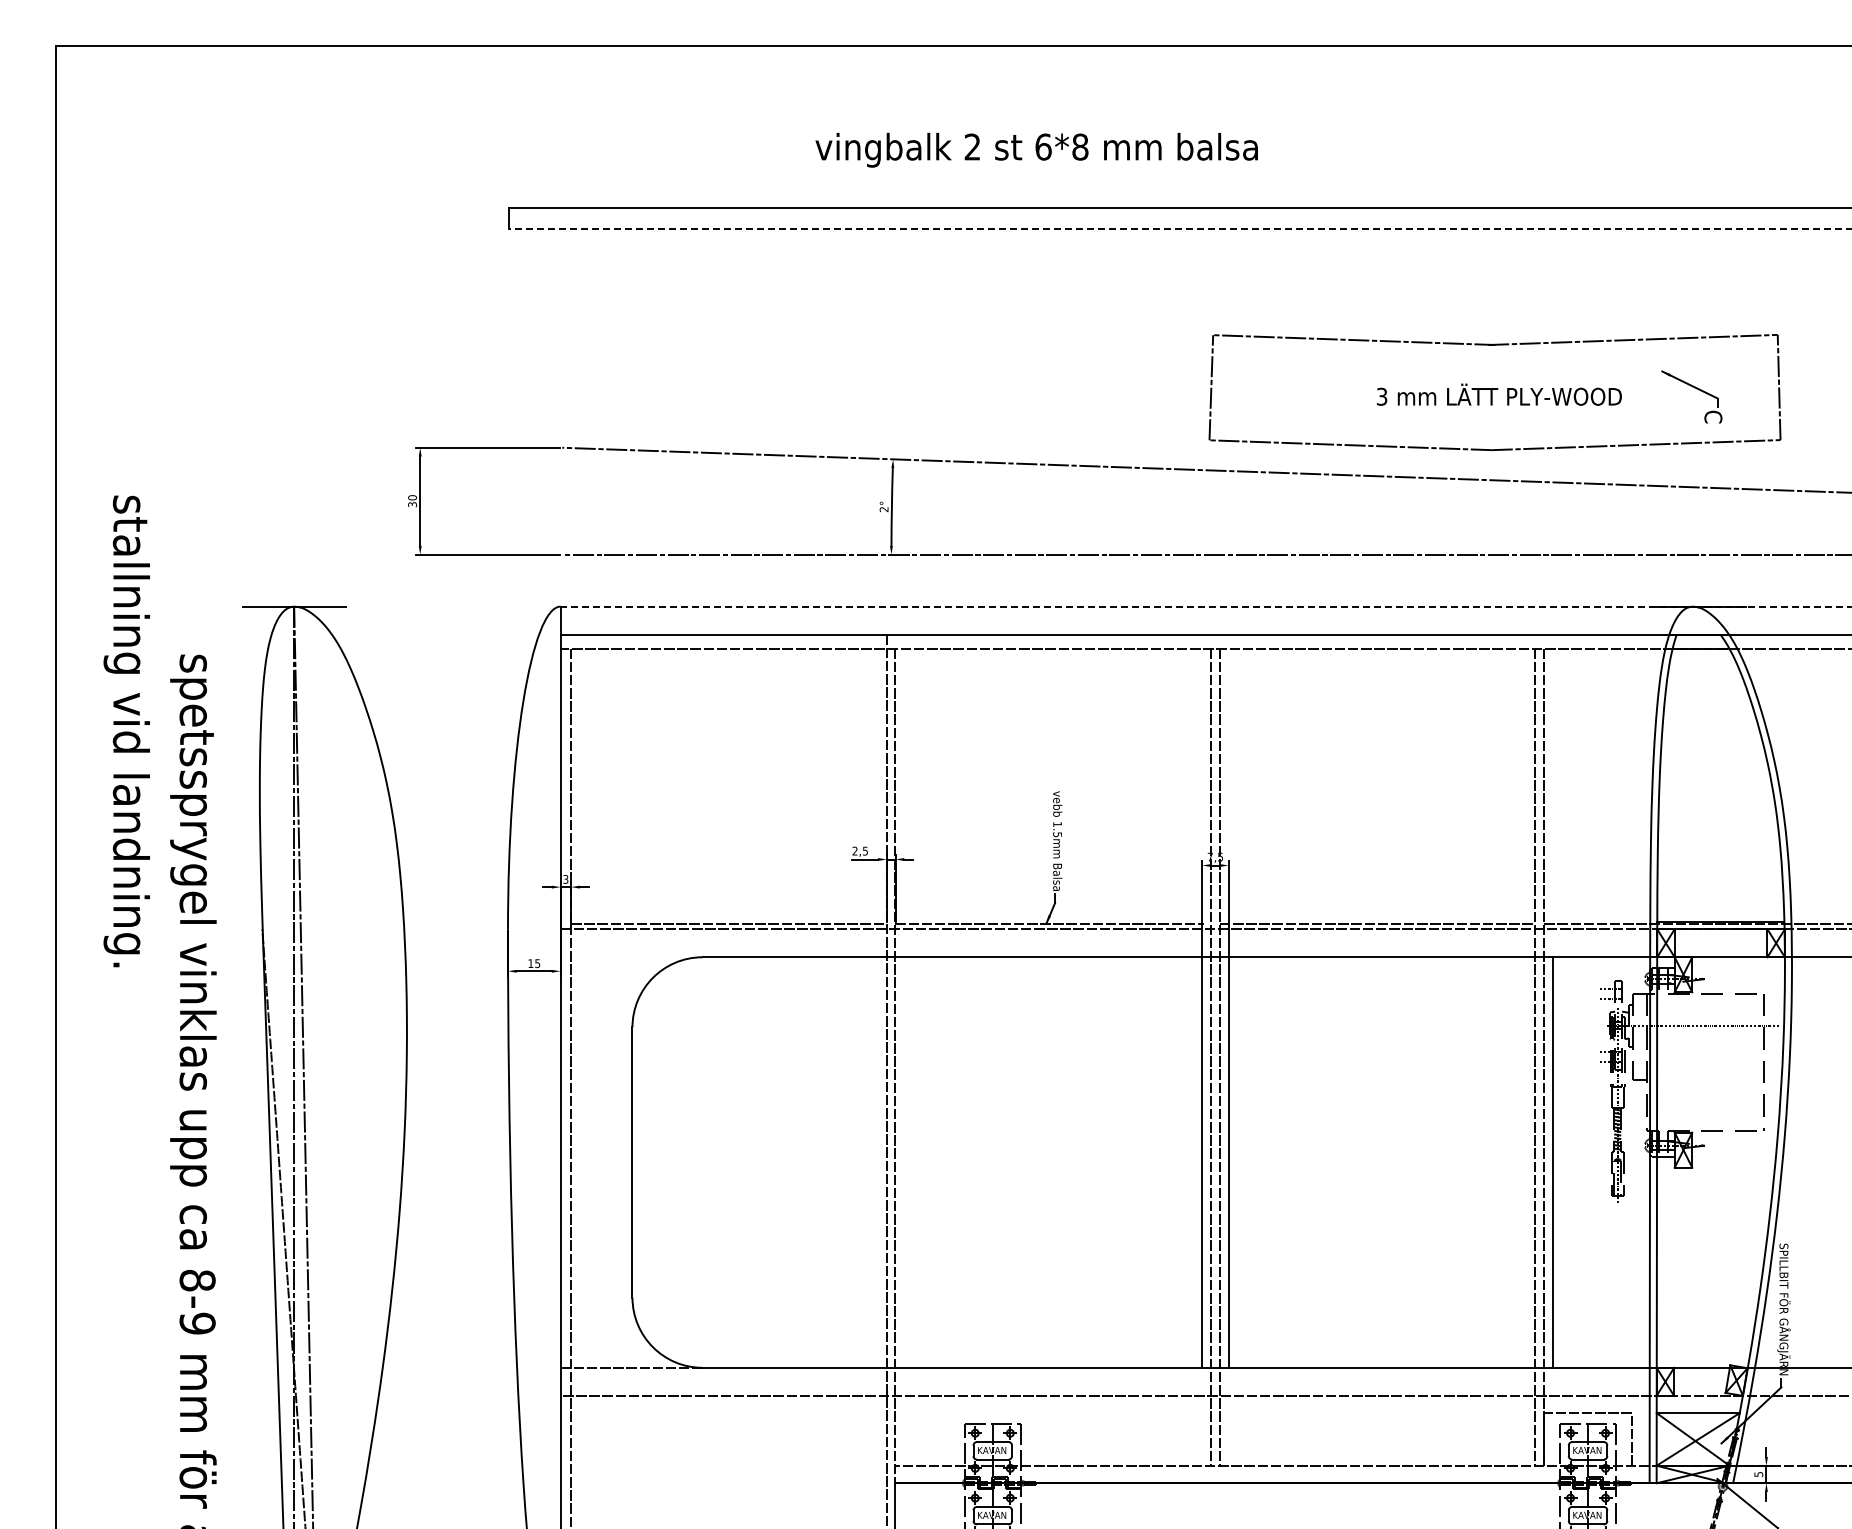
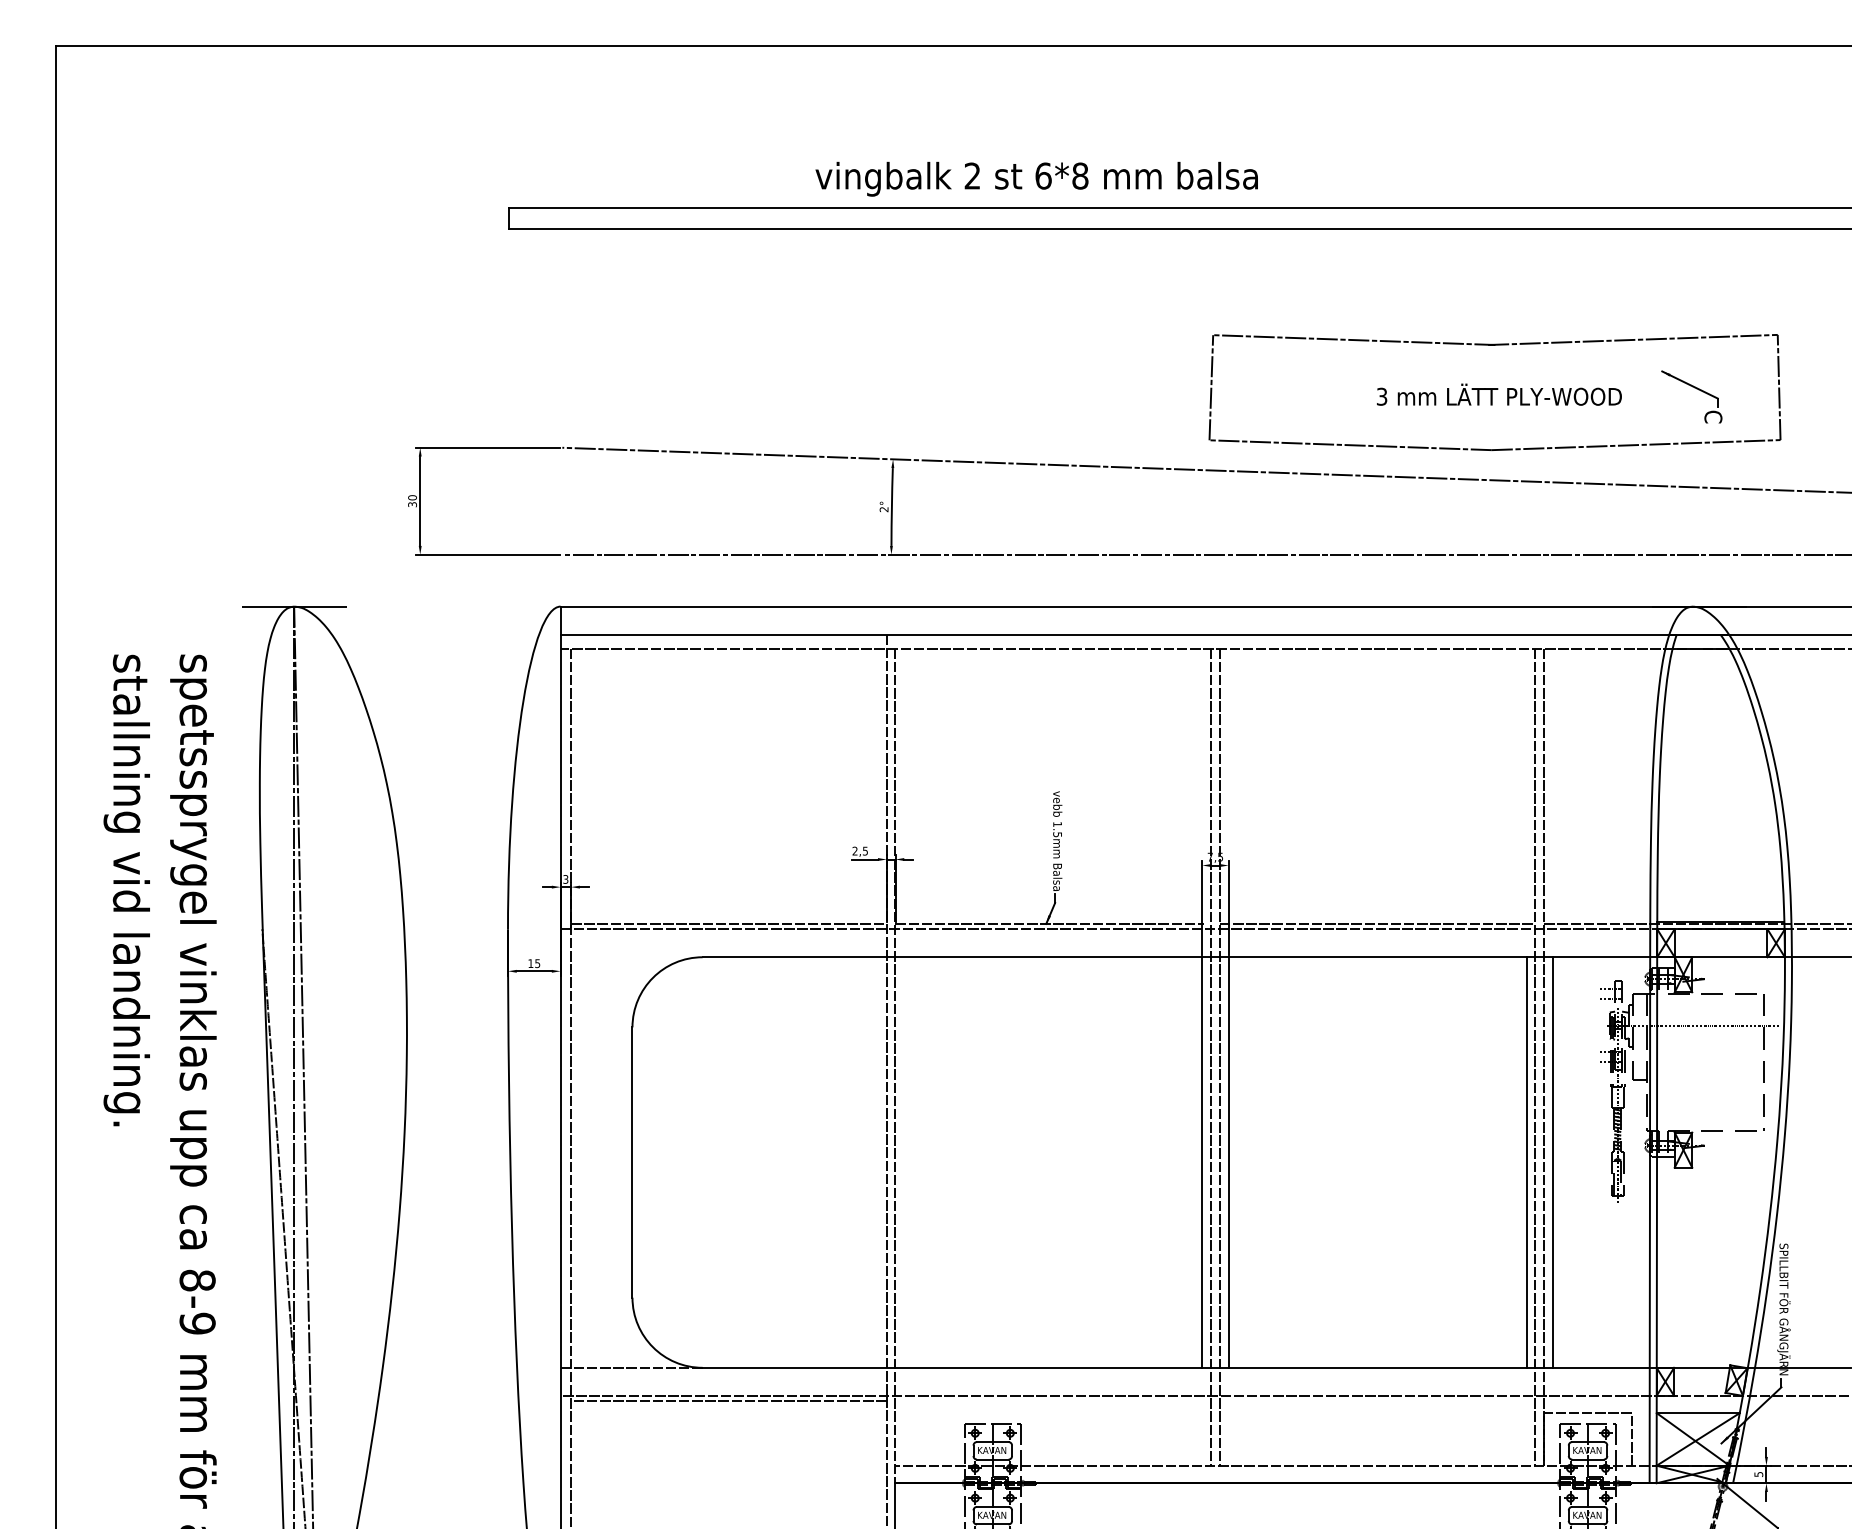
text at (1036, 149) position: (1036, 149) -> (1036, 178)
line at (1180, 228): dashed -> solid
line at (1205, 606): dashed -> solid
text at (126, 731) position: (126, 731) -> (126, 890)
line at (1526, 1162): none -> present
line at (728, 1401): none -> present
